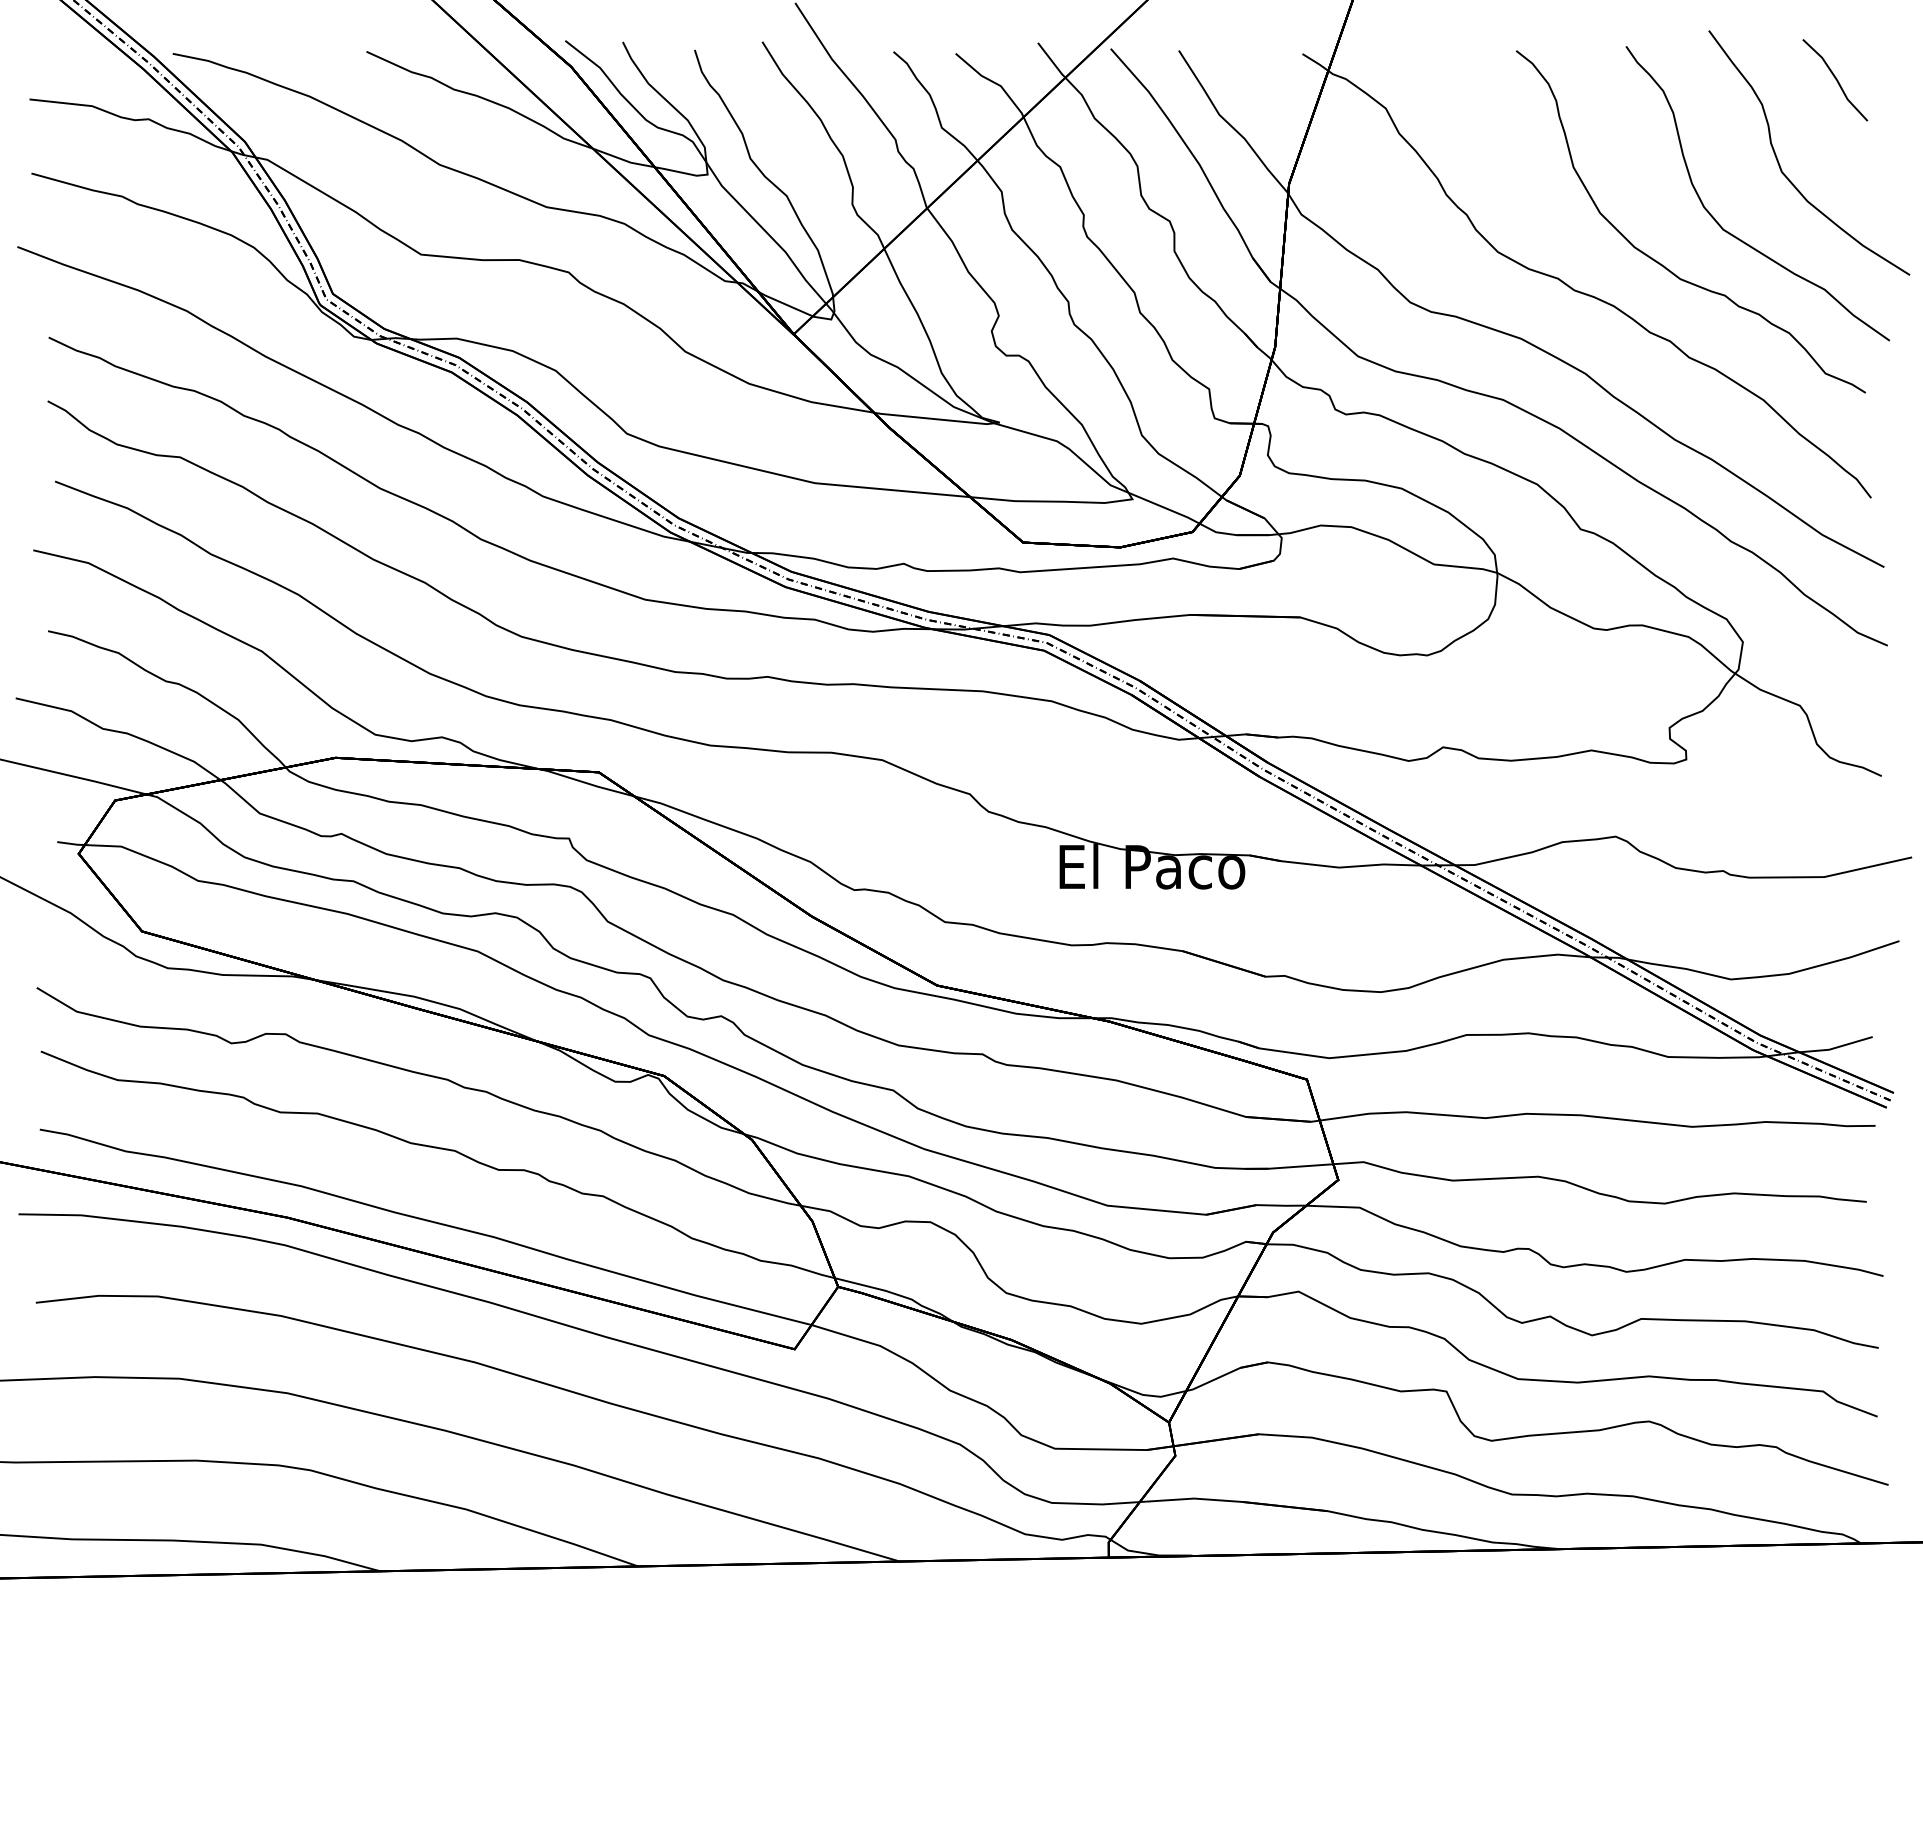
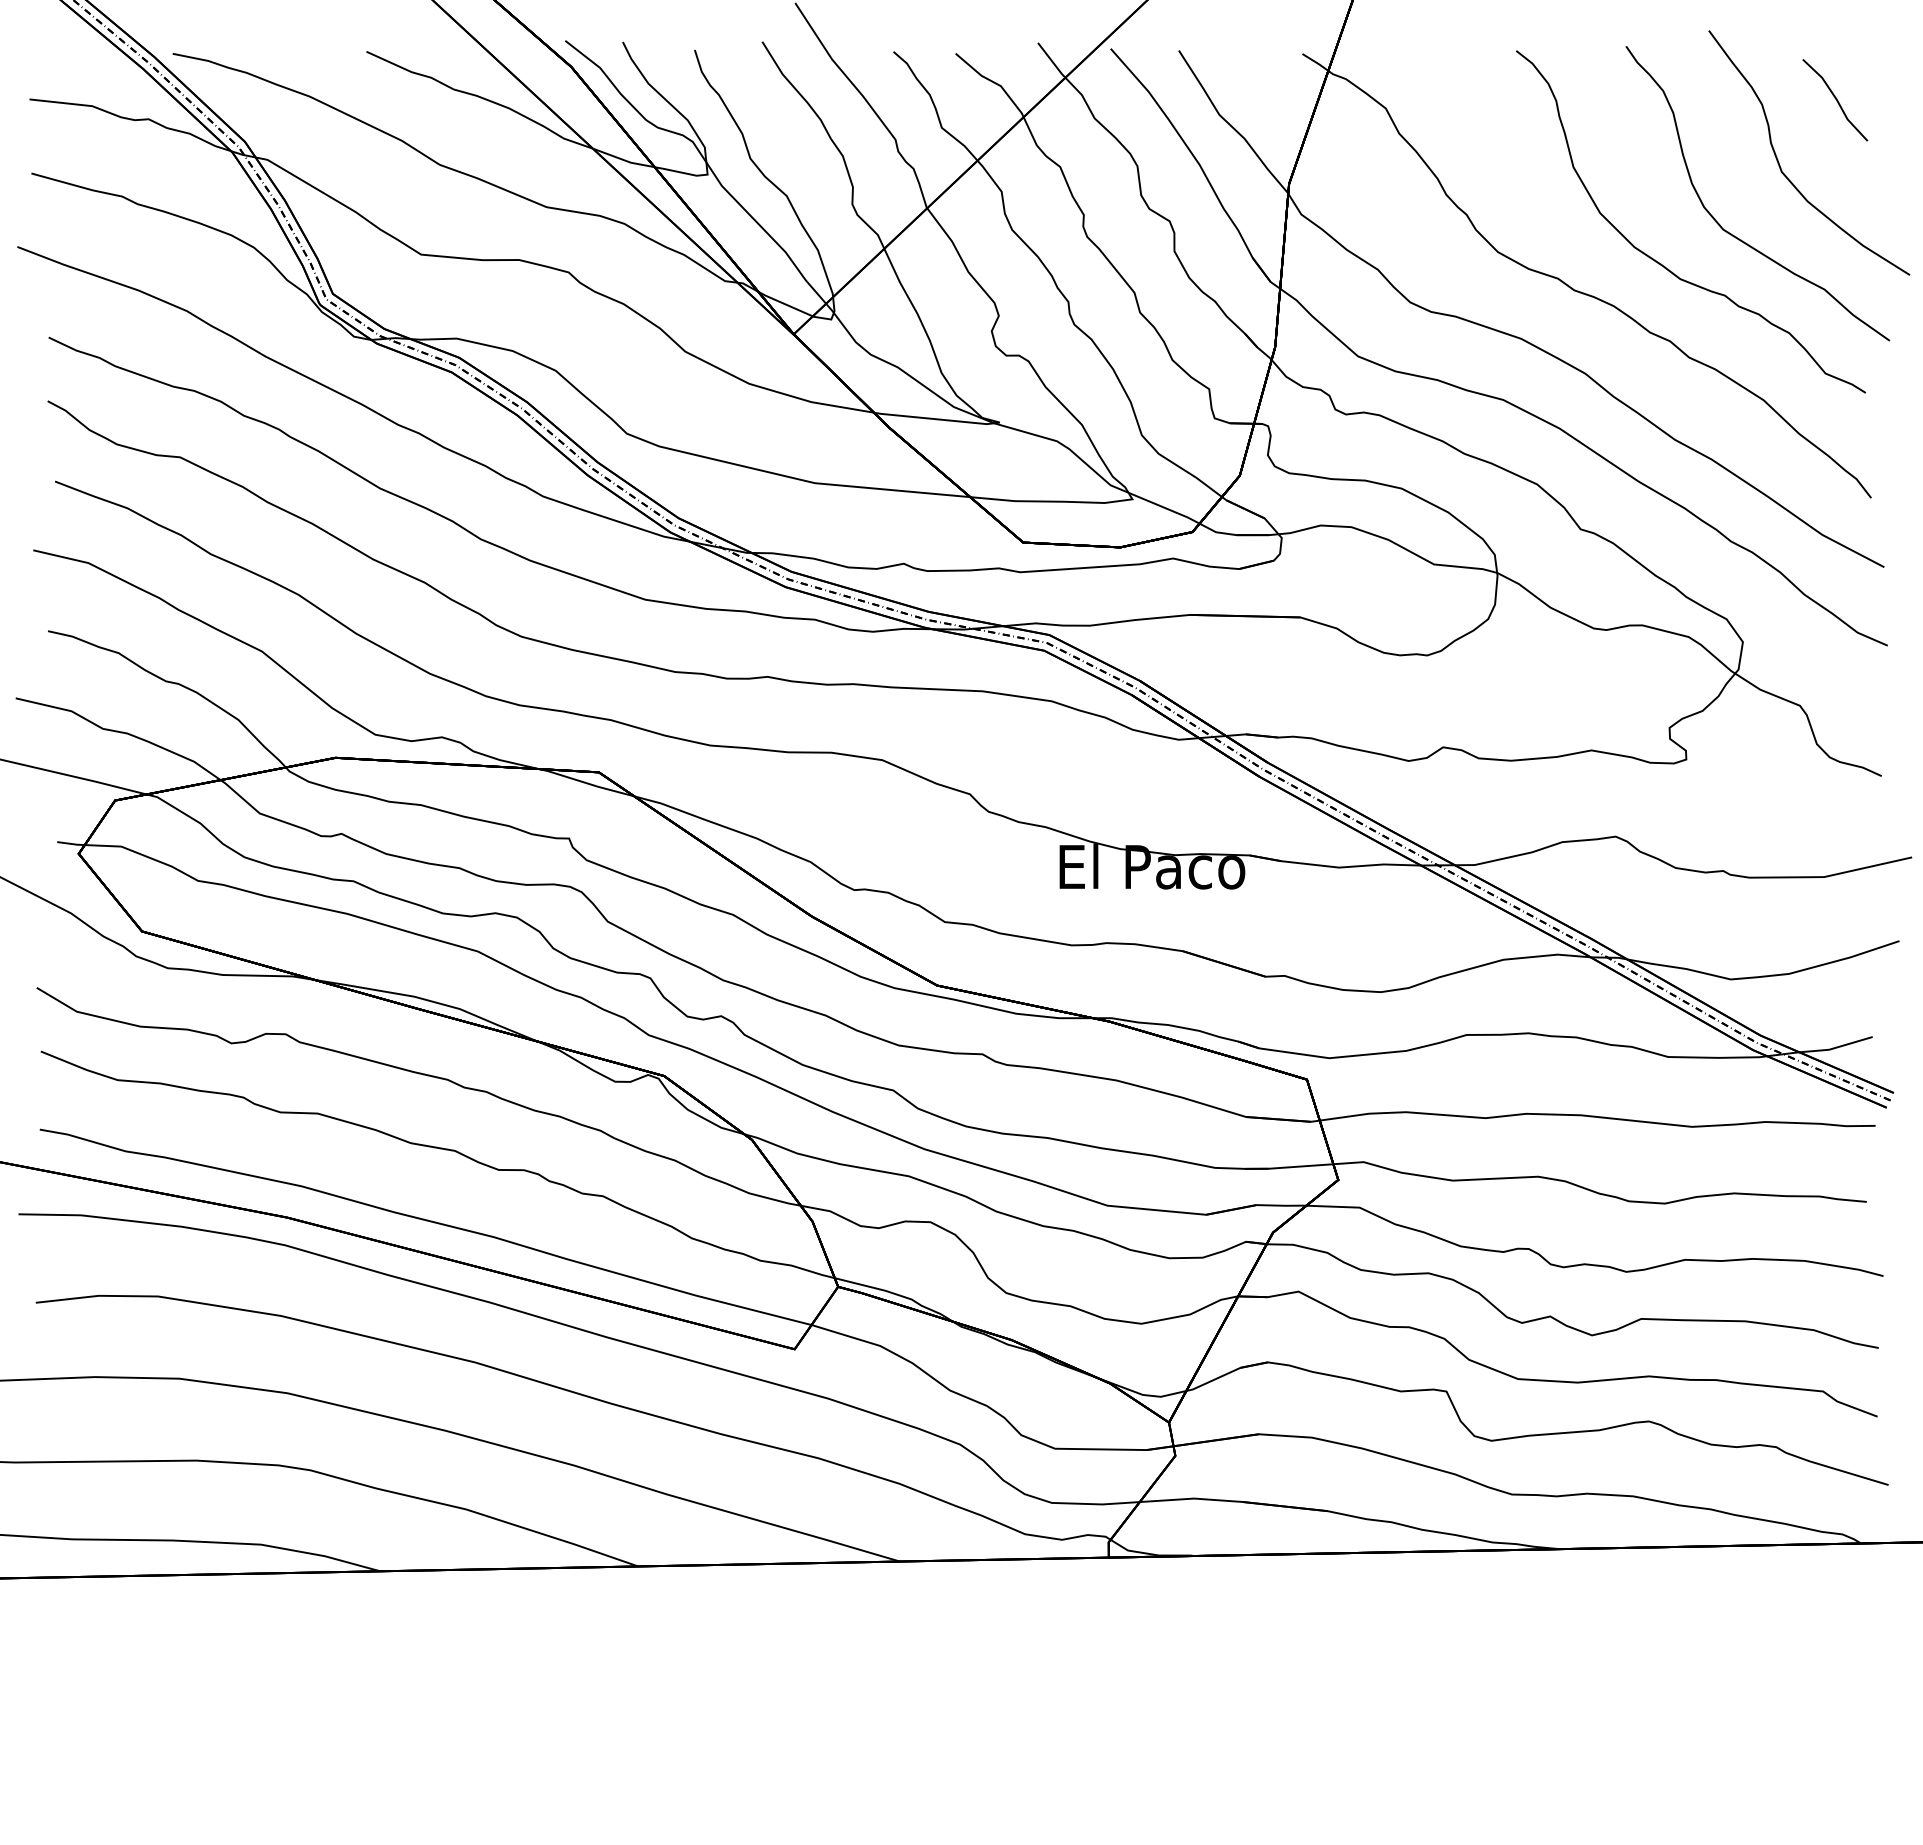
line at (1835, 79) position: (1835, 79) -> (1835, 99)
